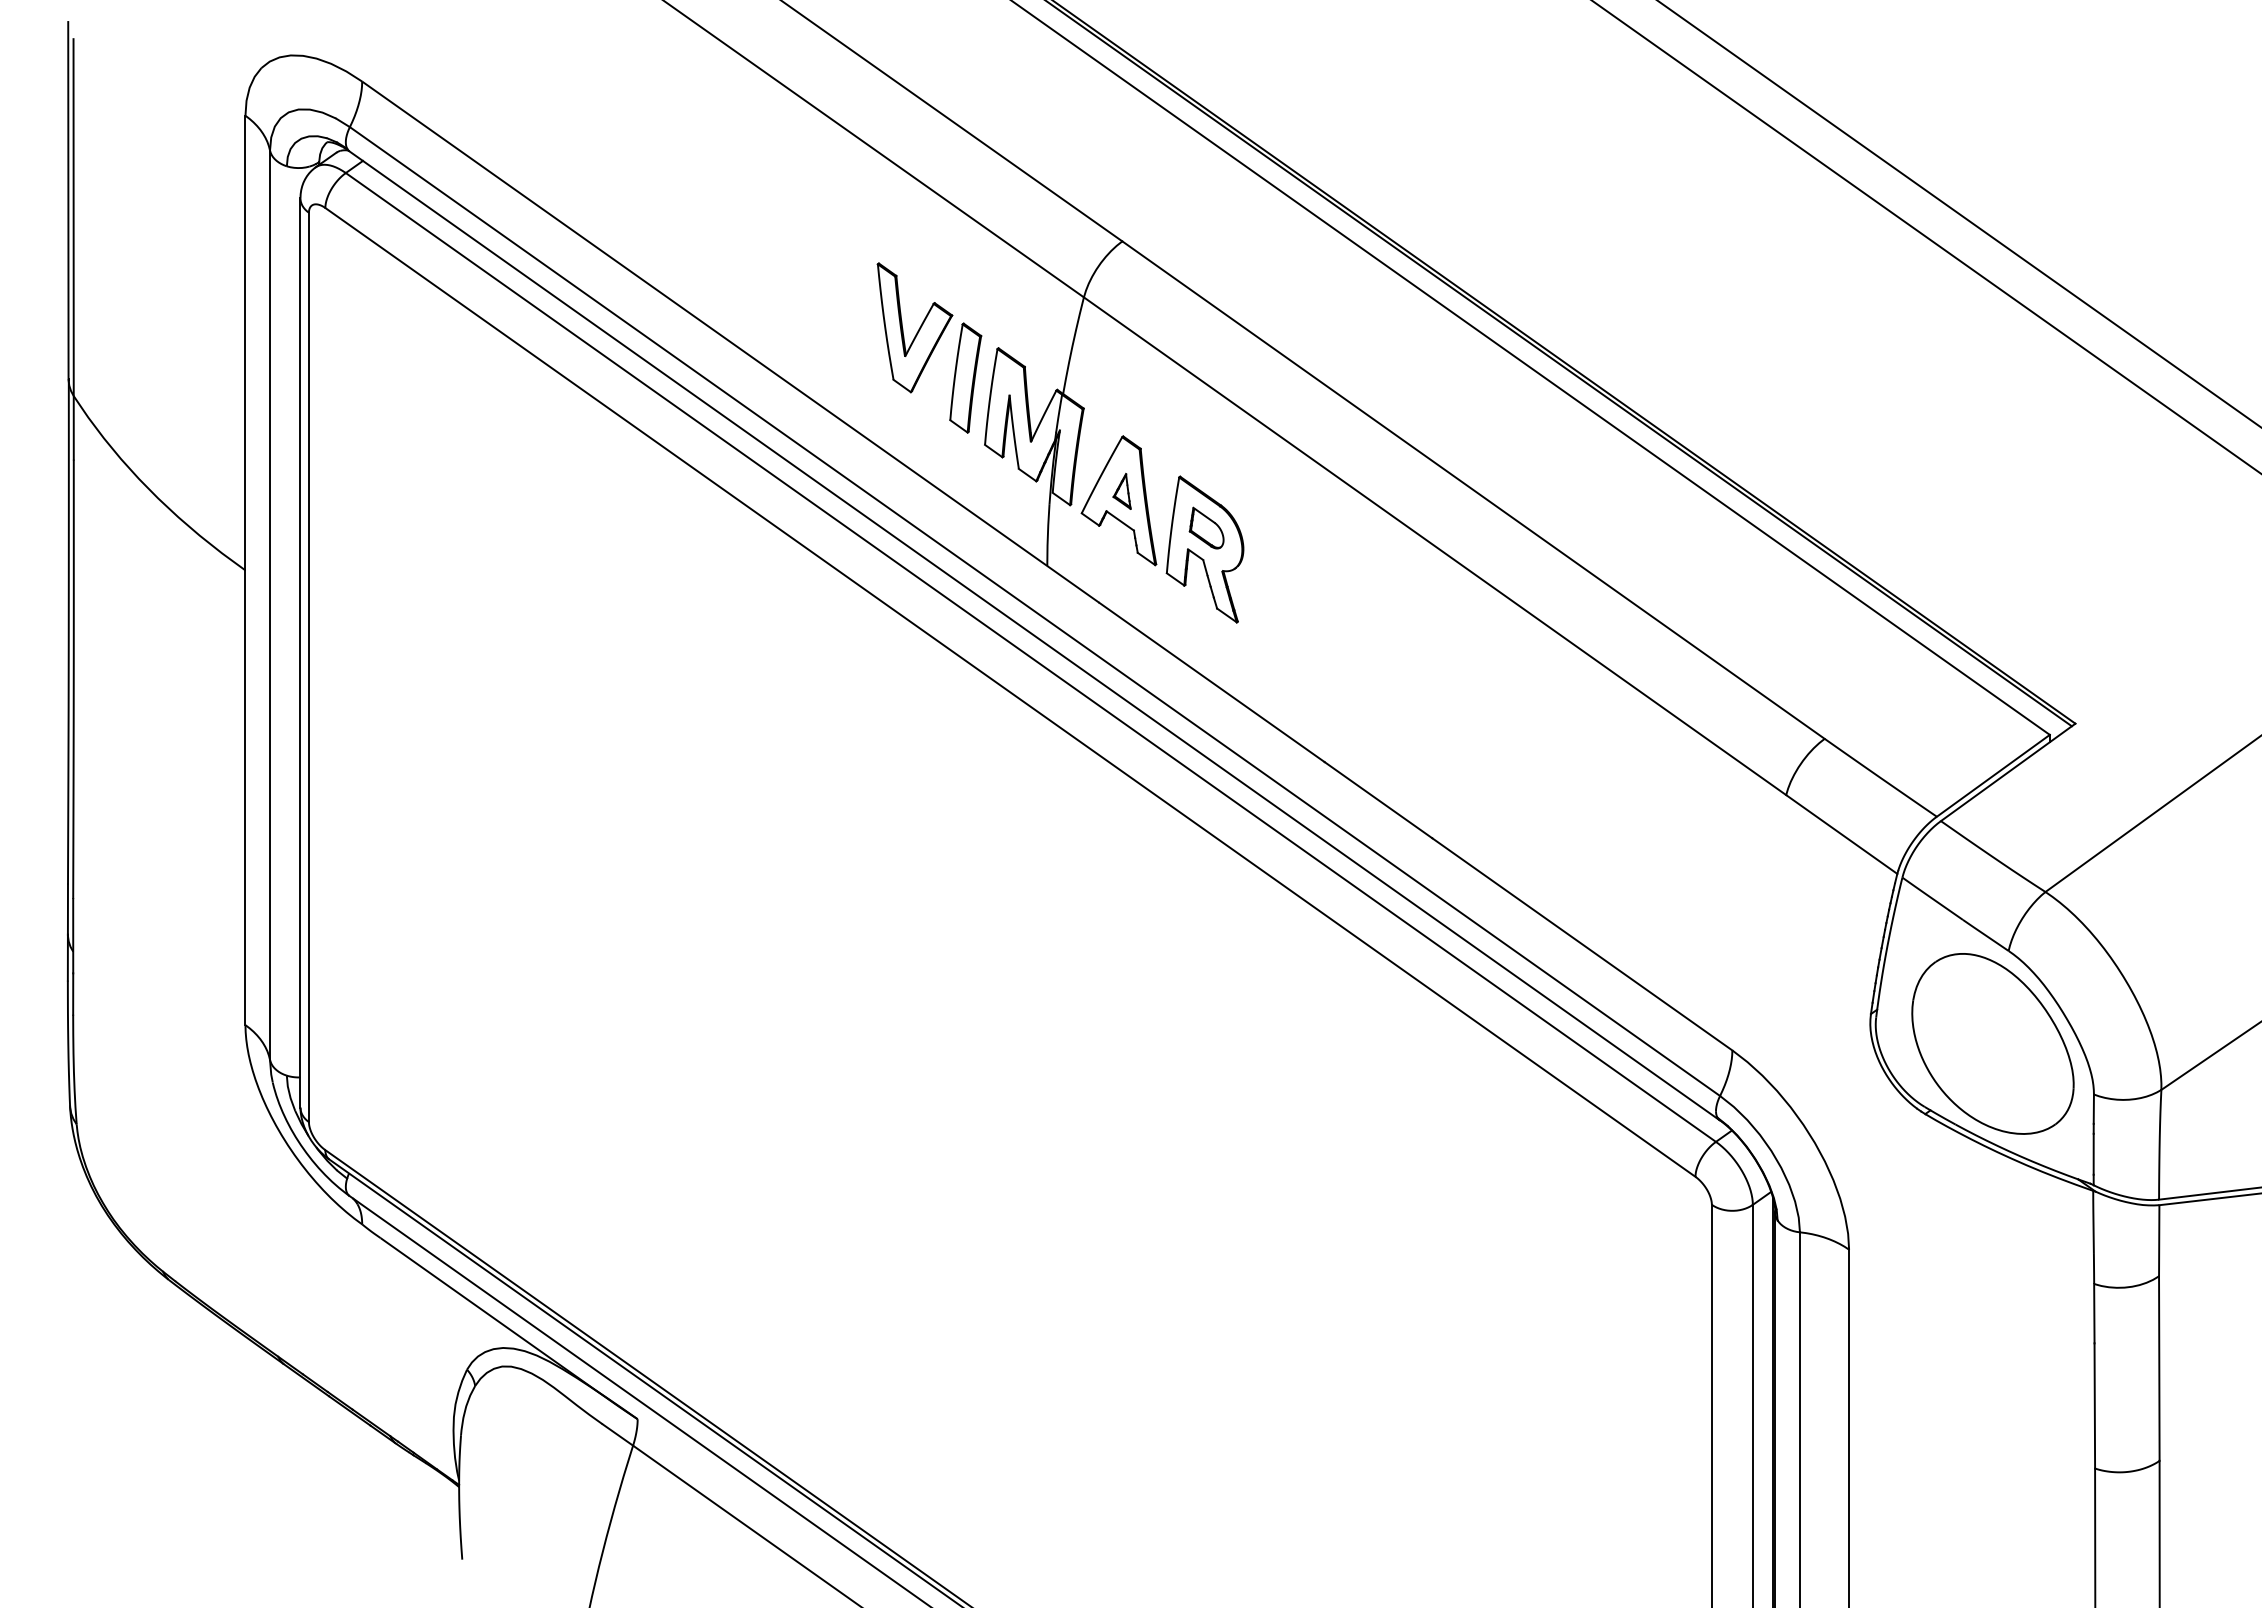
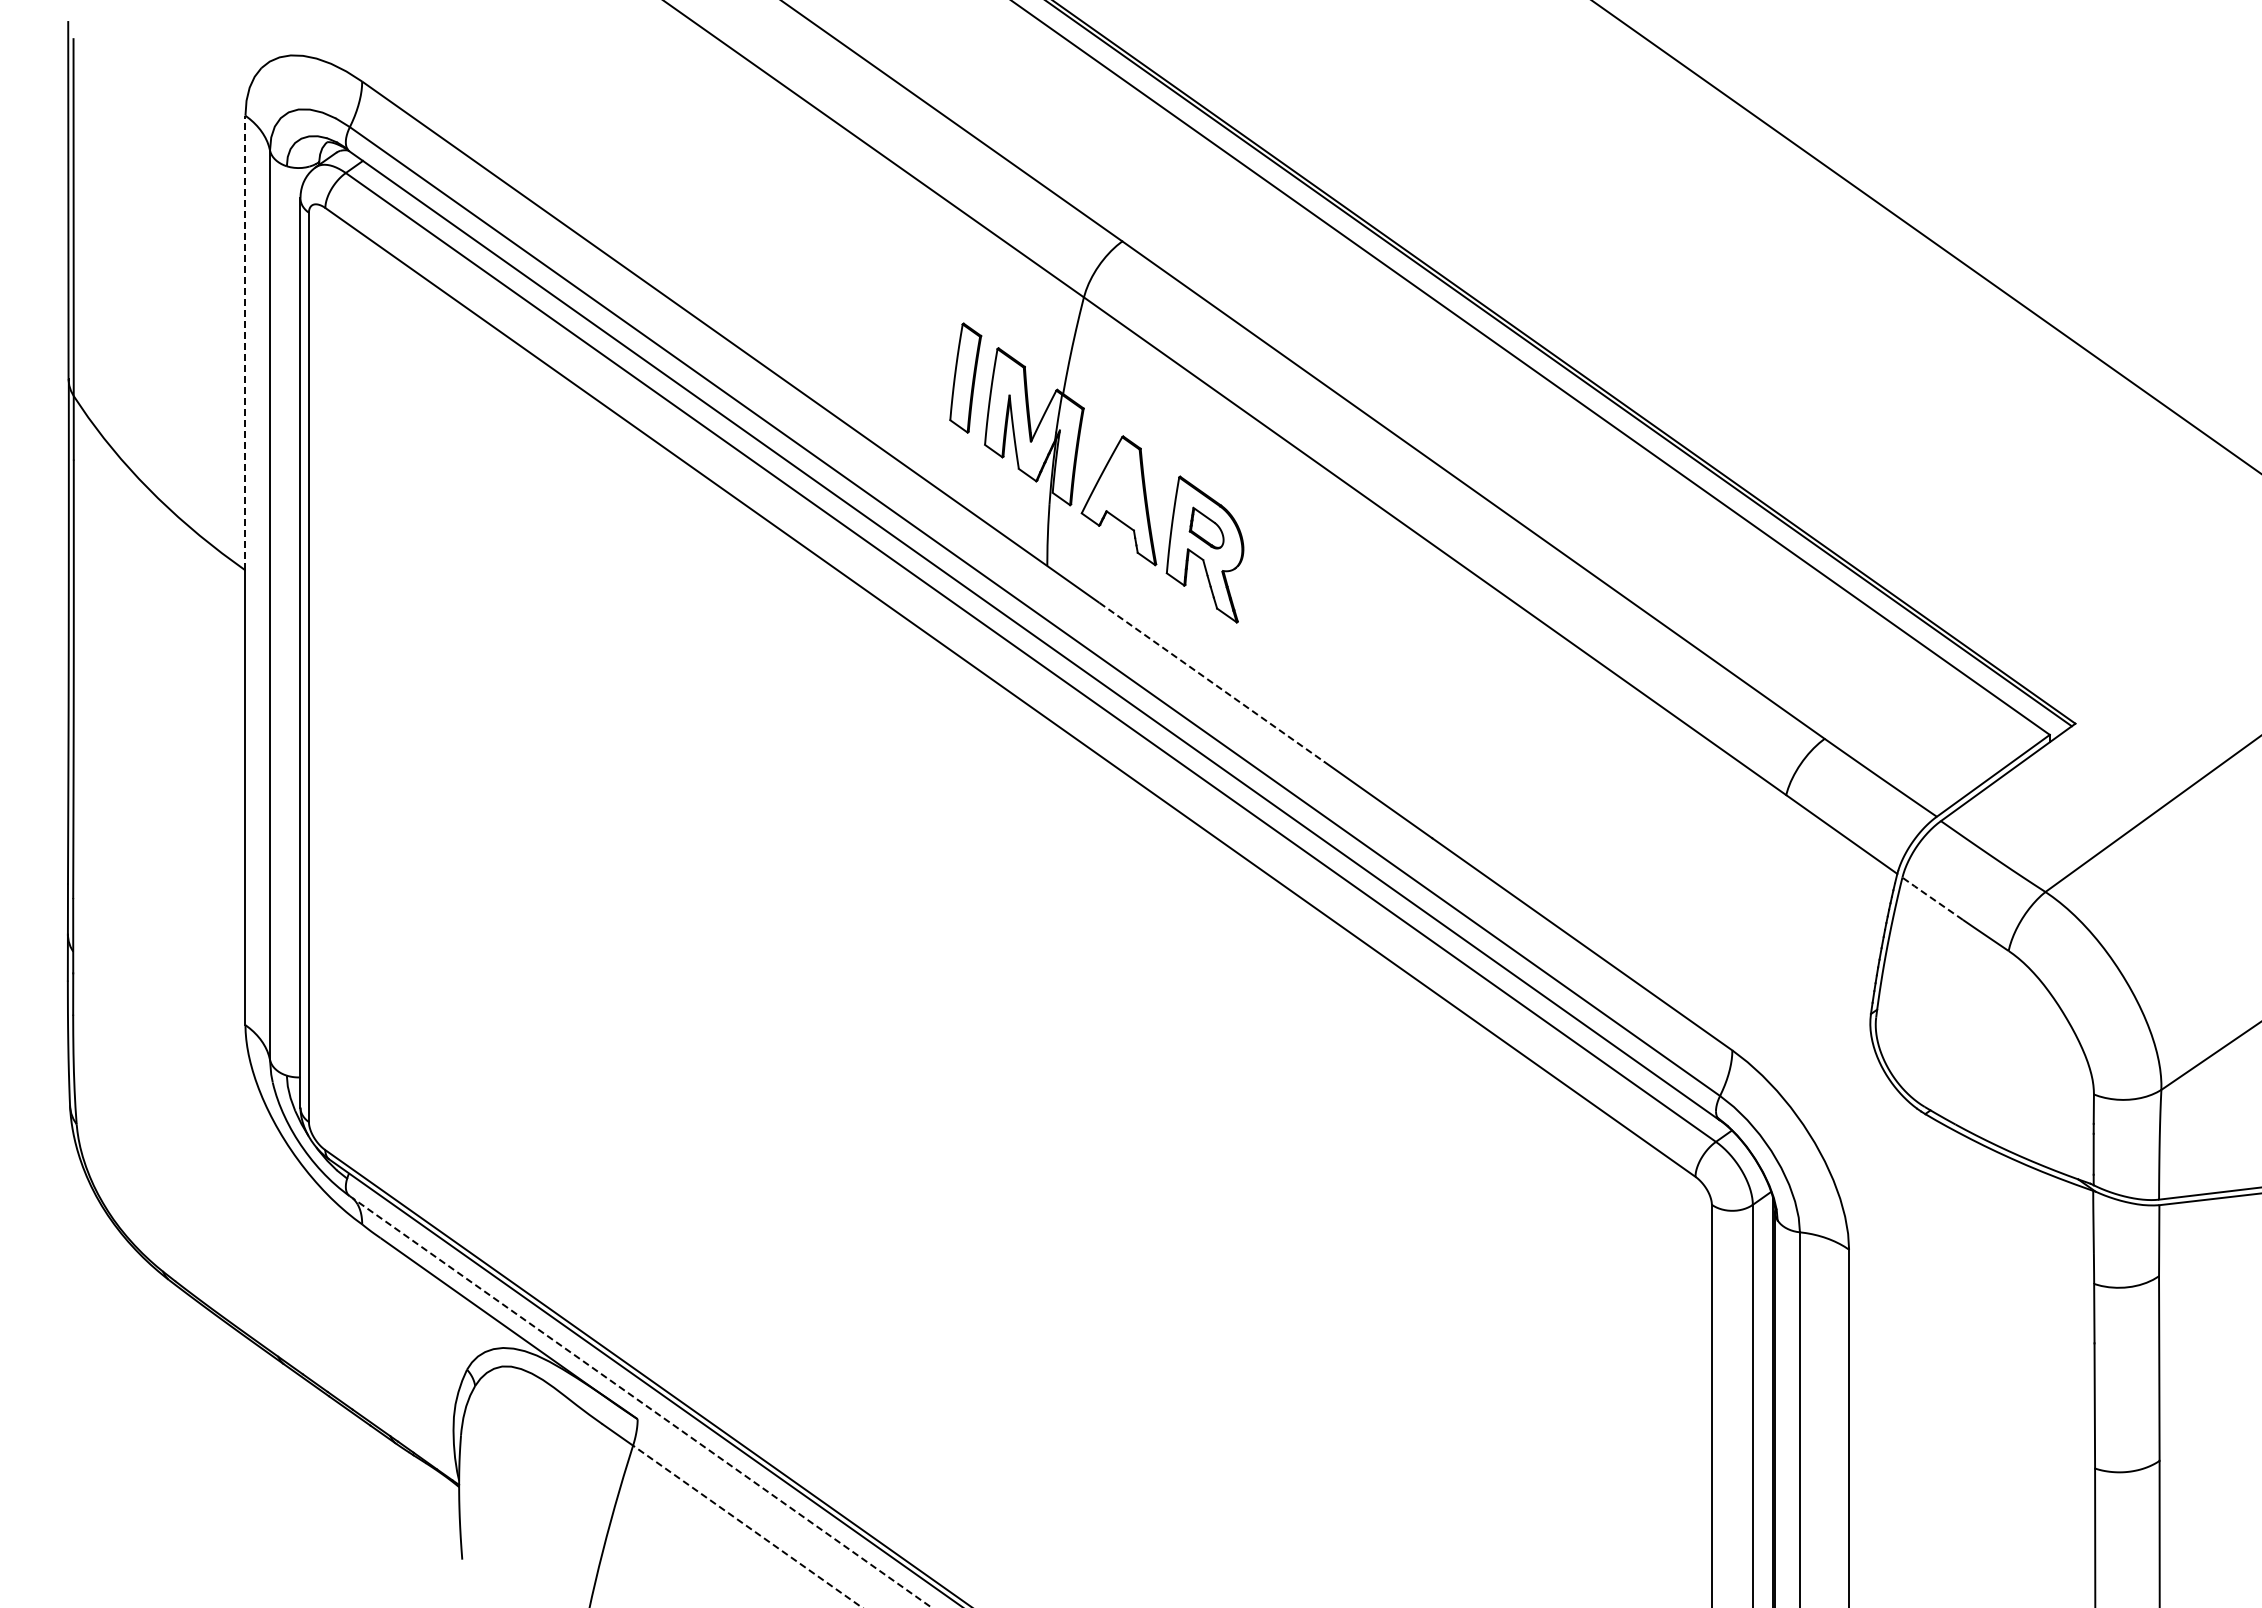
line at (1959, 213): present -> none
part at (914, 327): present -> none
line at (245, 342): solid -> dashed
part at (1121, 490): present -> none
line at (1212, 682): solid -> dashed
line at (1931, 897): solid -> dashed
part at (1992, 1043): present -> none
line at (640, 1402): solid -> dashed
line at (747, 1526): solid -> dashed
